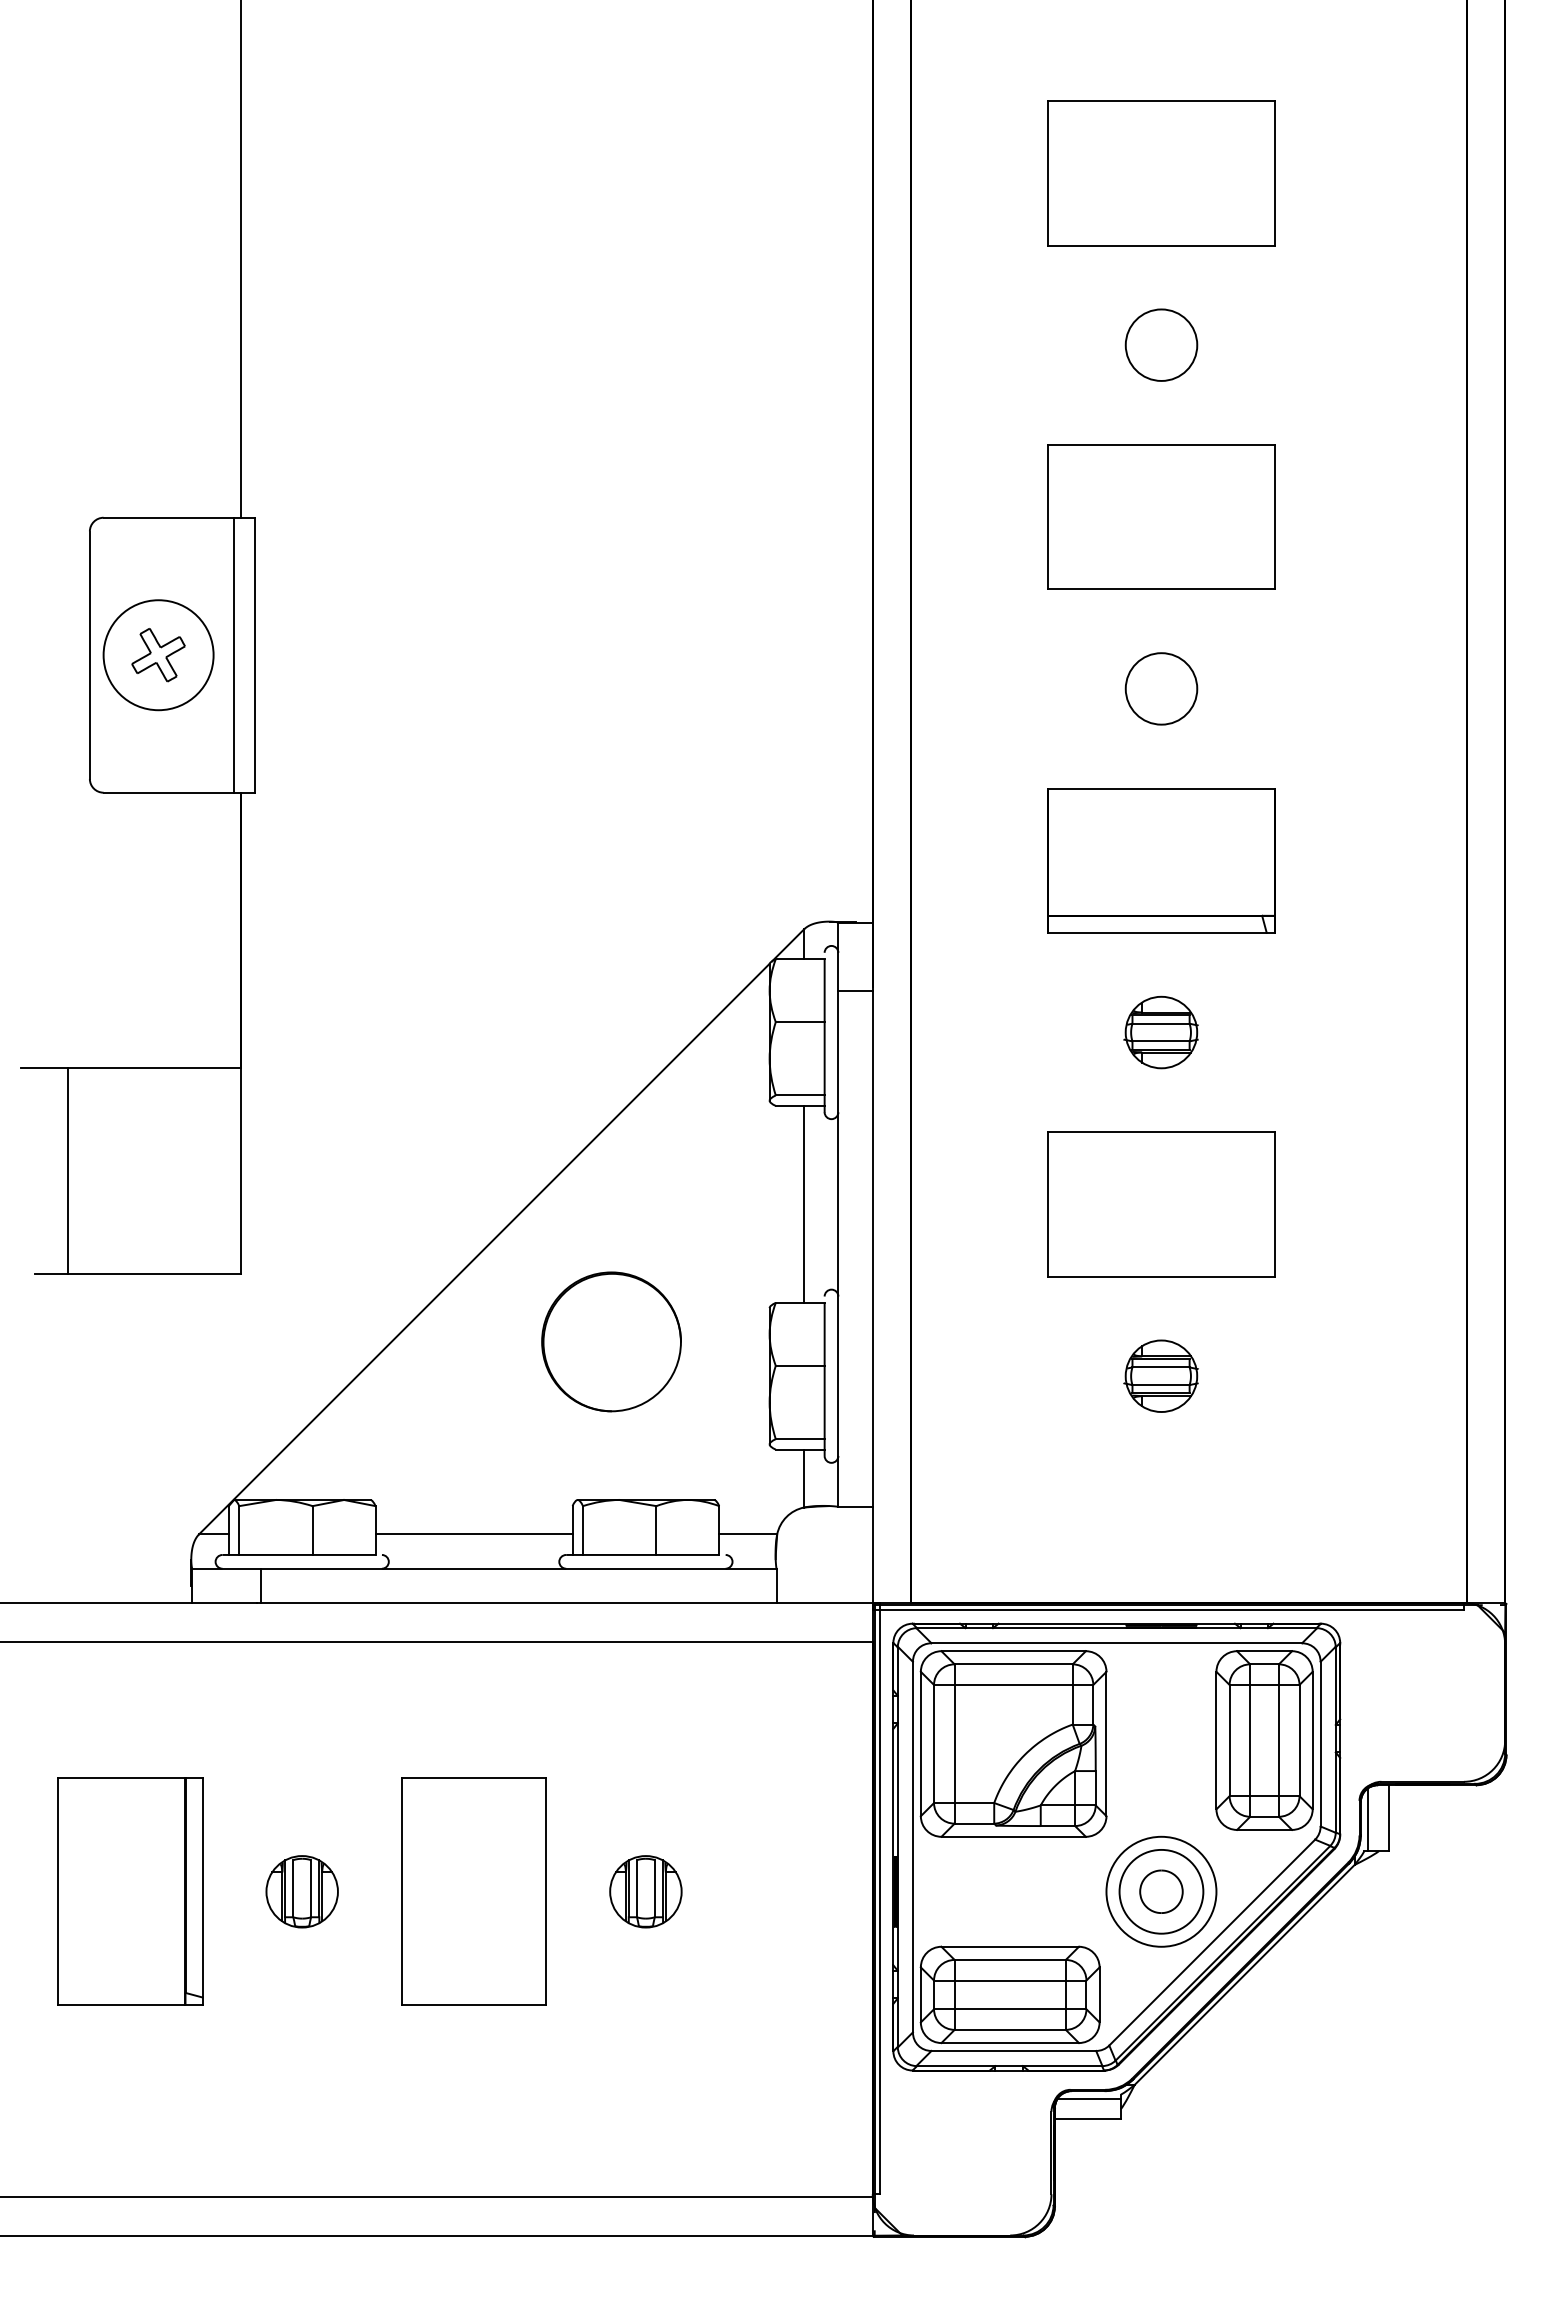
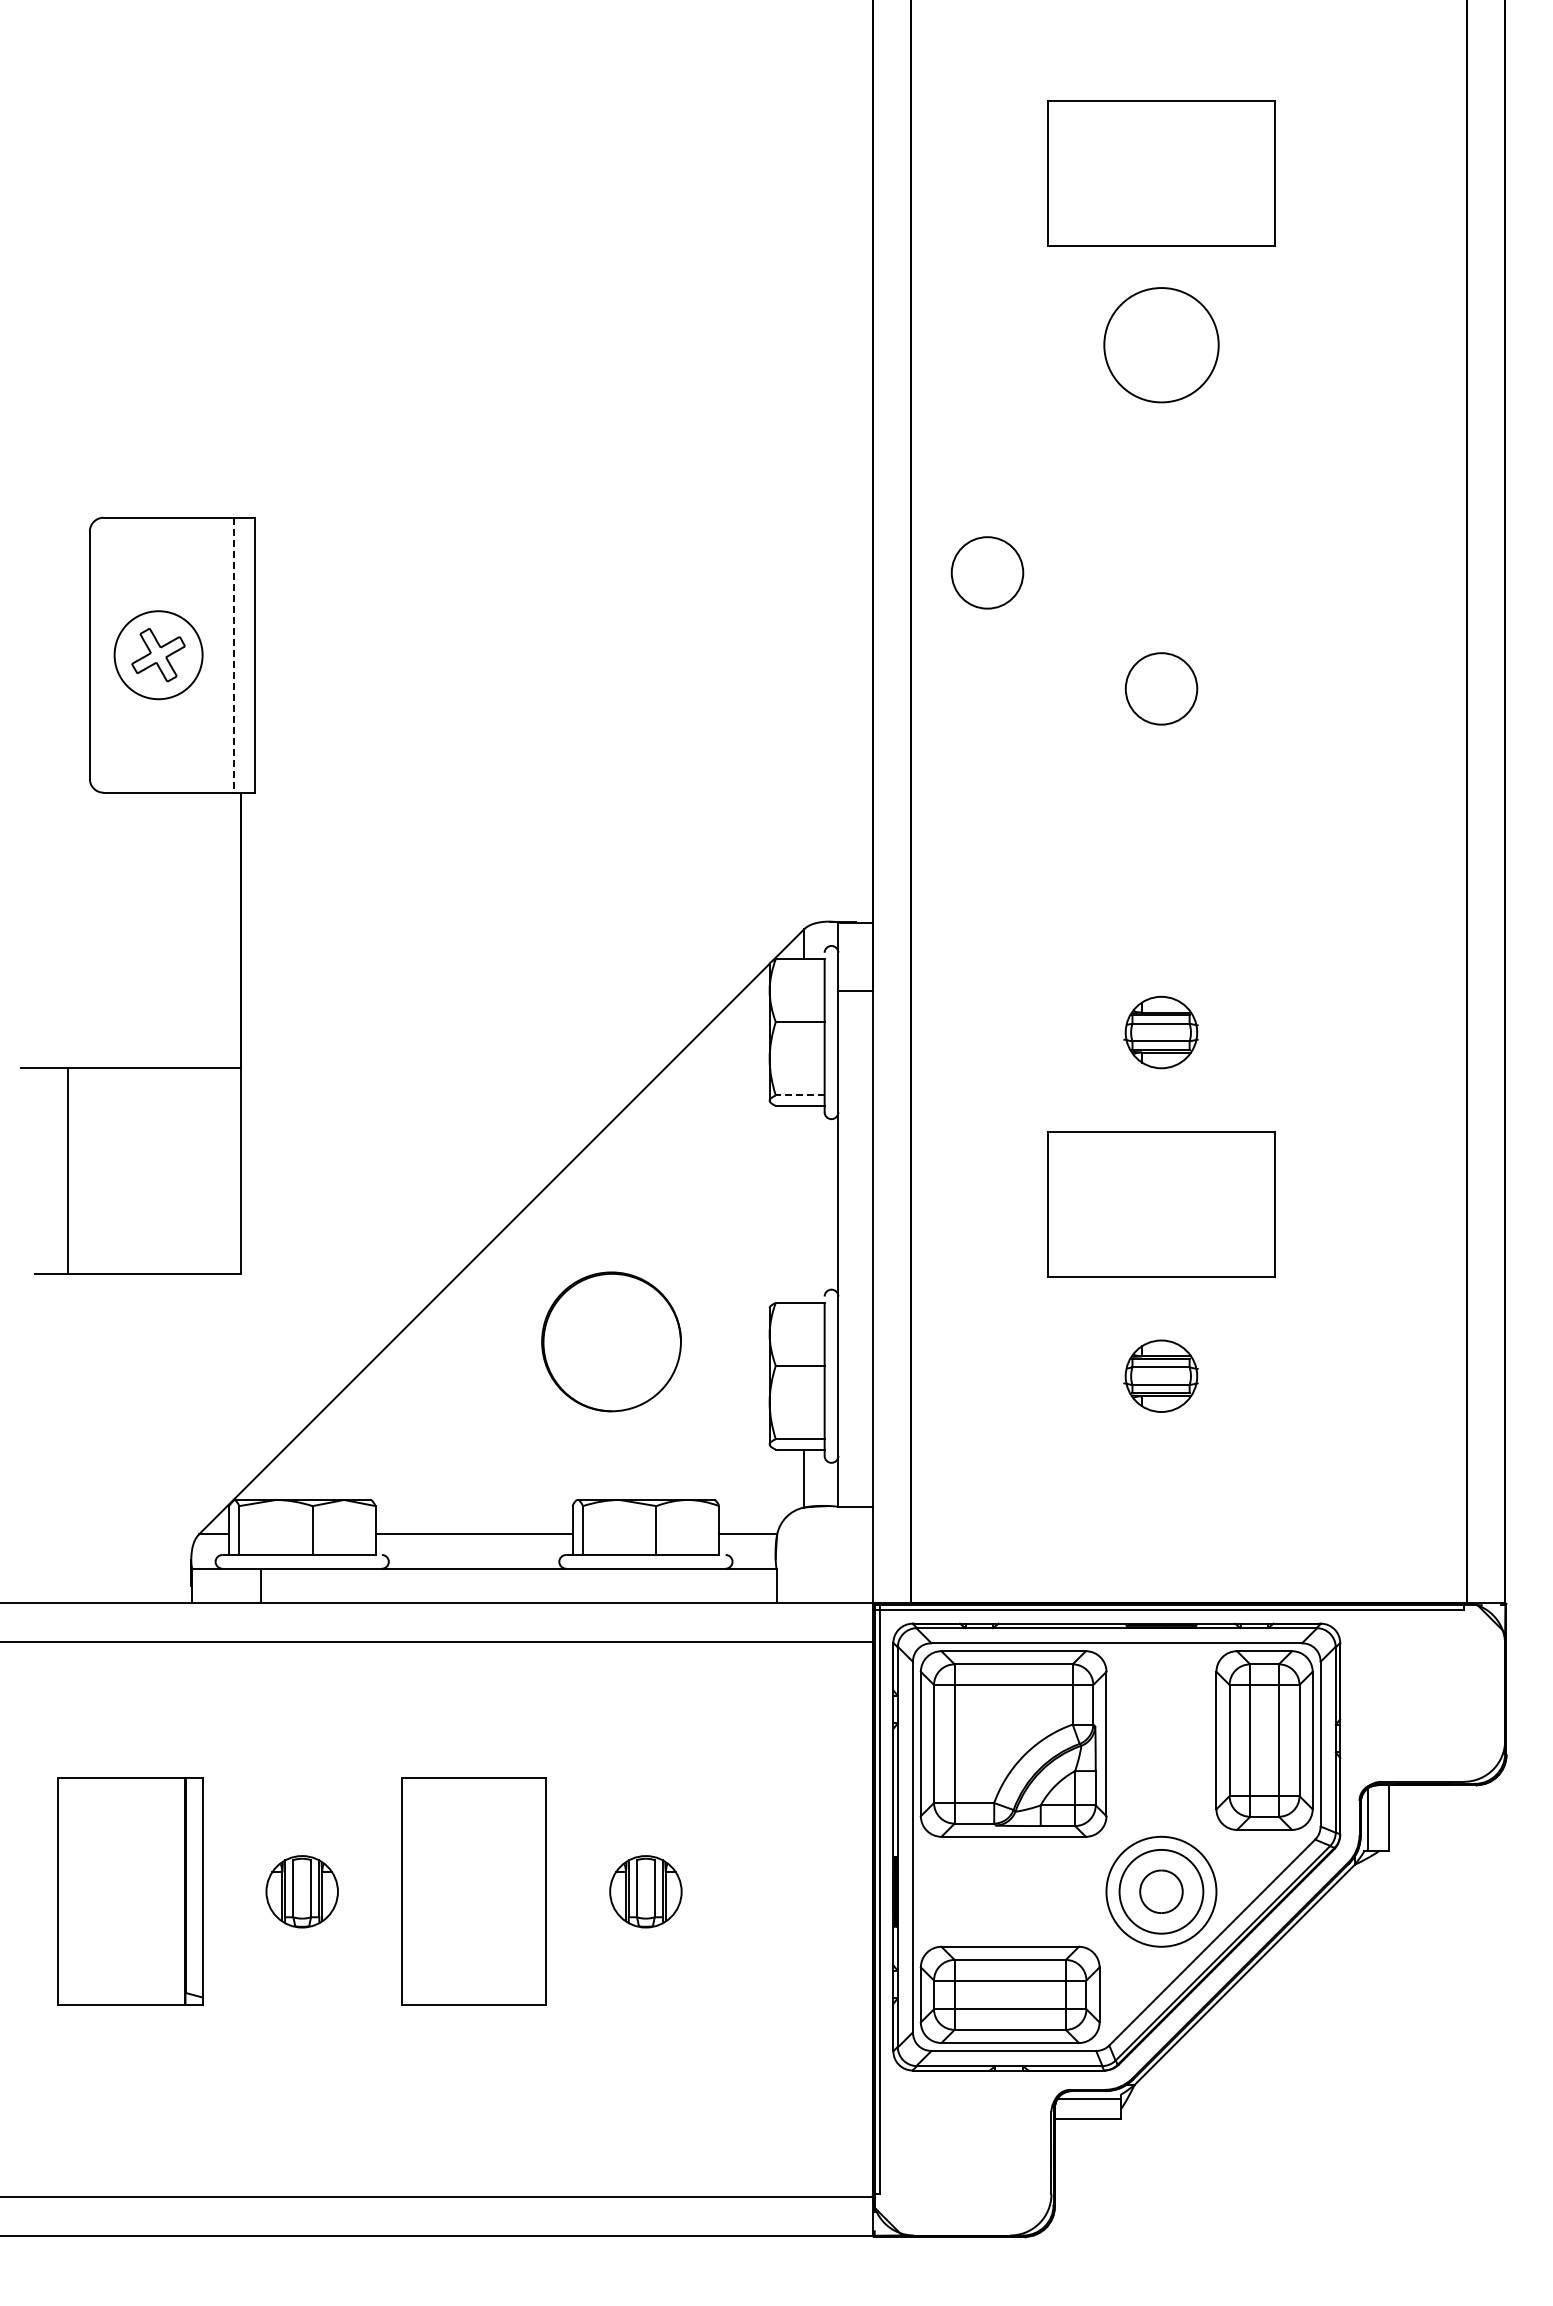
line at (241, 259): present -> none
circle at (1161, 344) diameter: 71 px -> 114 px
part at (1161, 516): present -> none
circle at (987, 572): none -> present
circle at (158, 655) diameter: 110 px -> 88 px
line at (234, 655): solid -> dashed
part at (1161, 860): present -> none
line at (799, 1095): solid -> dashed
line at (804, 1203): present -> none
